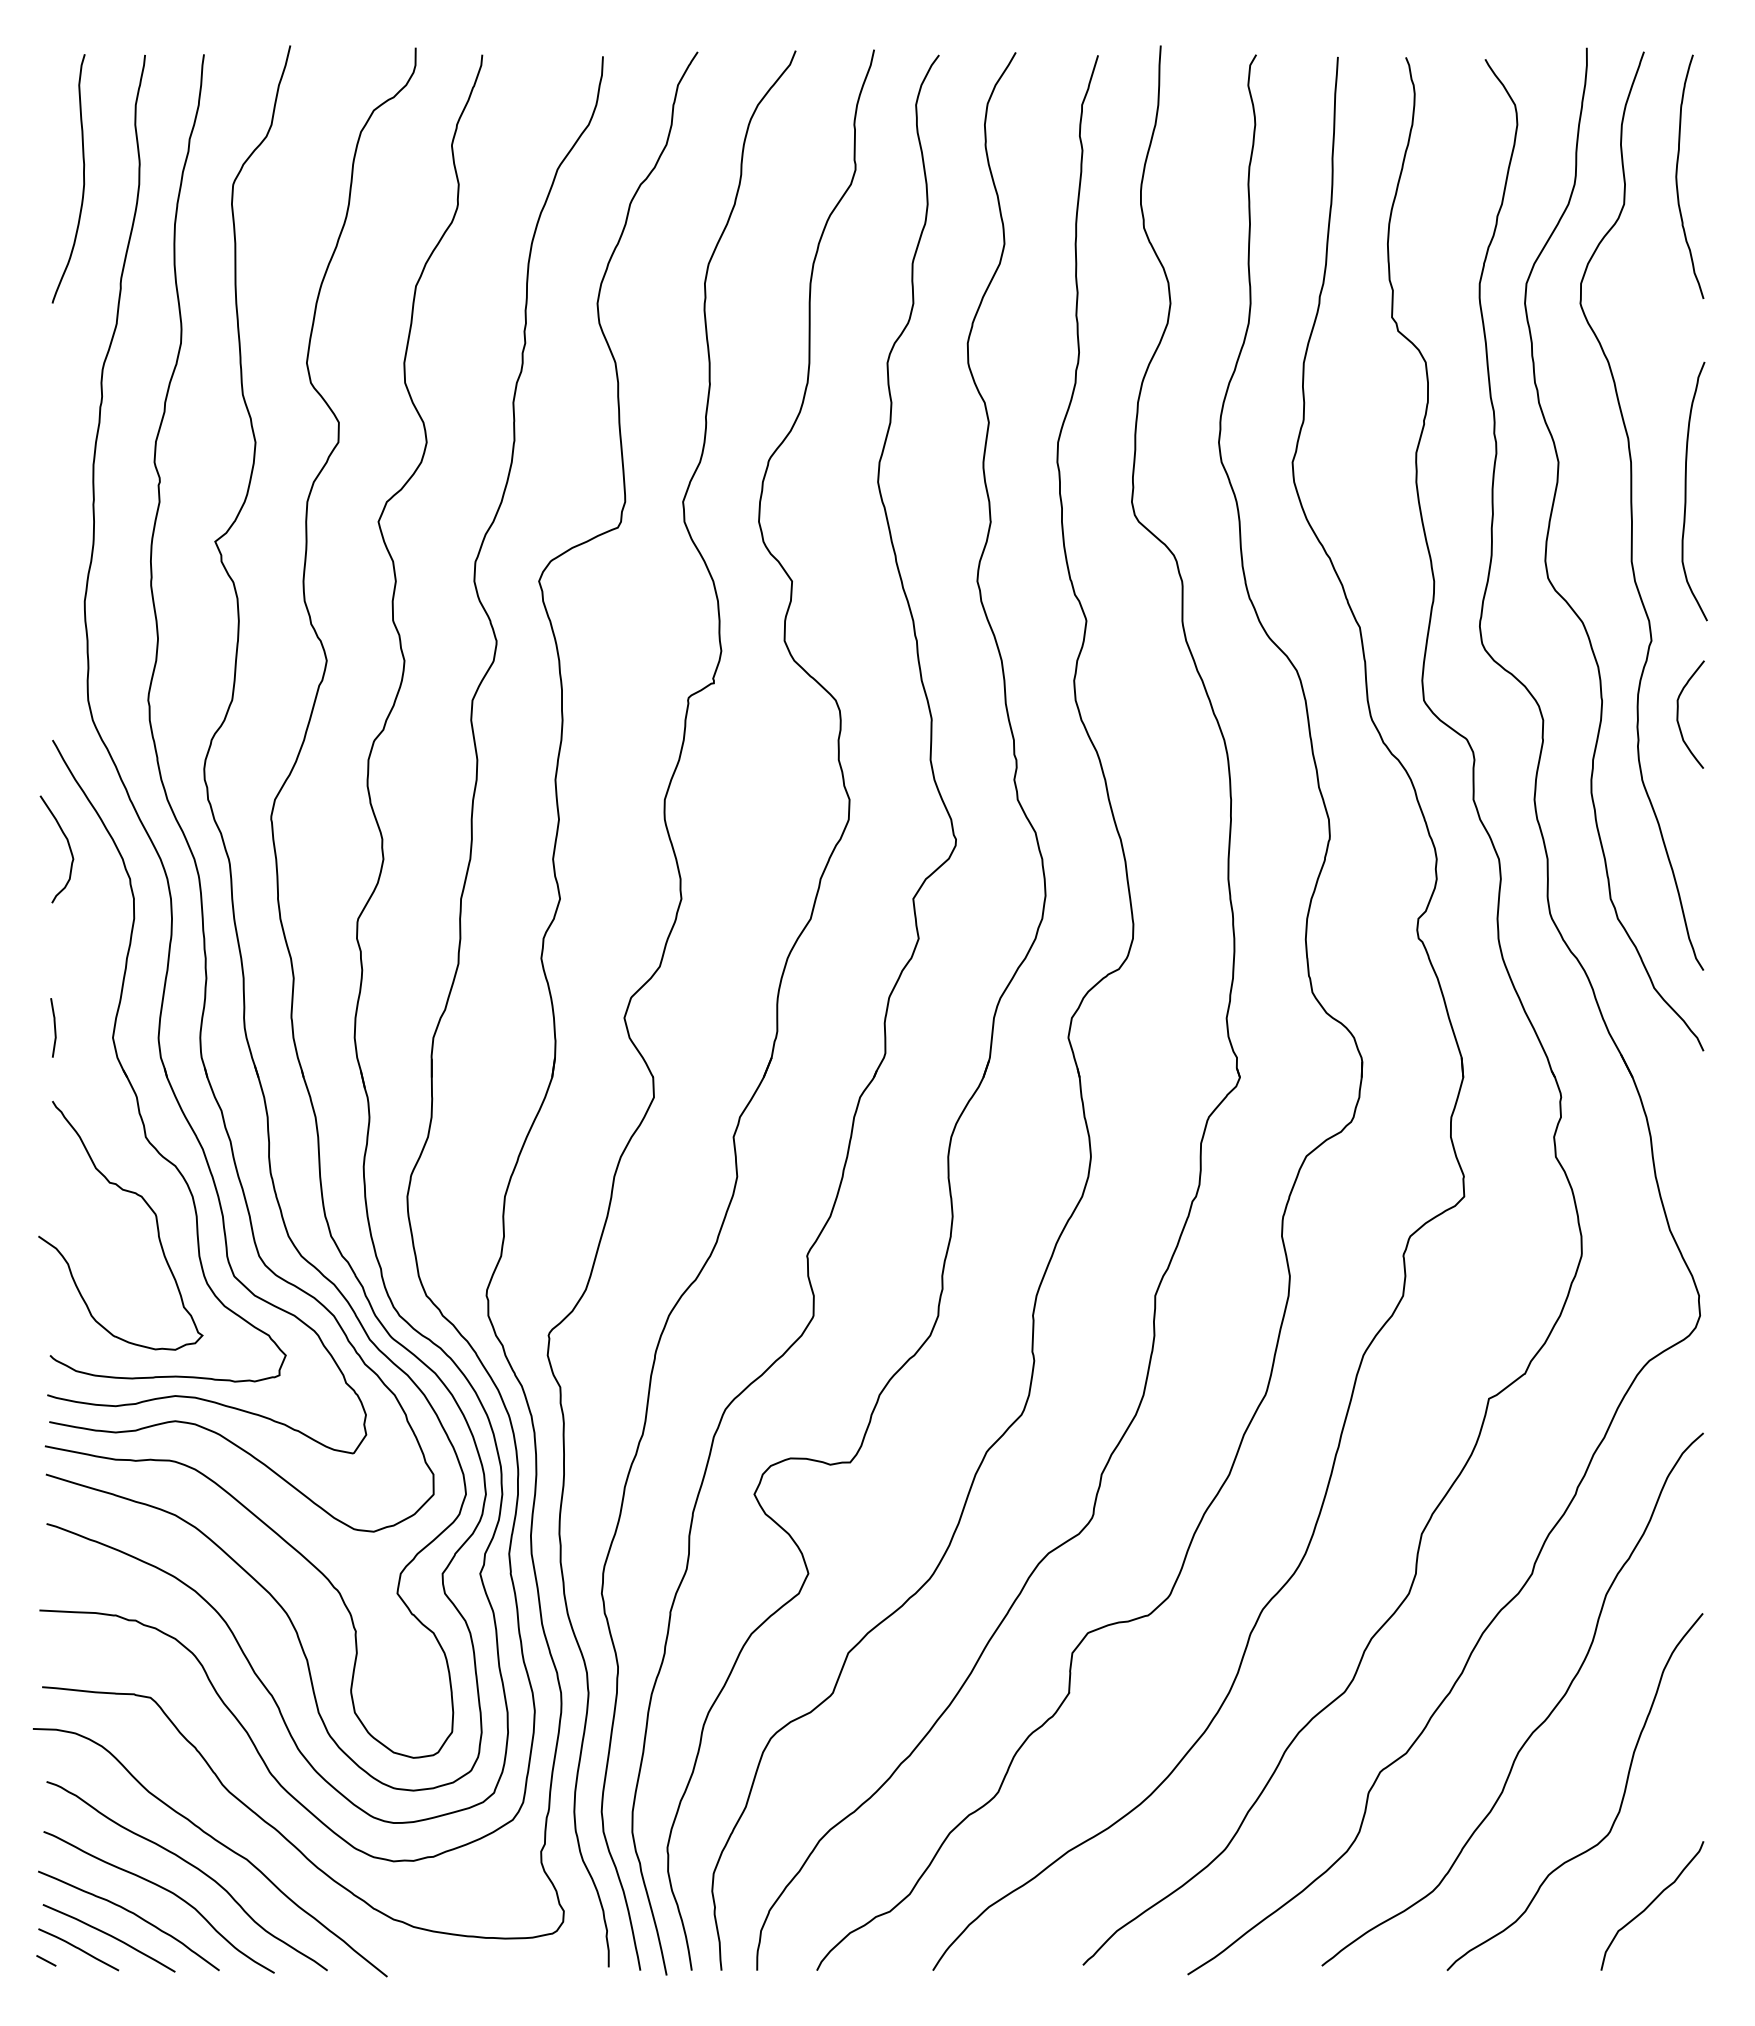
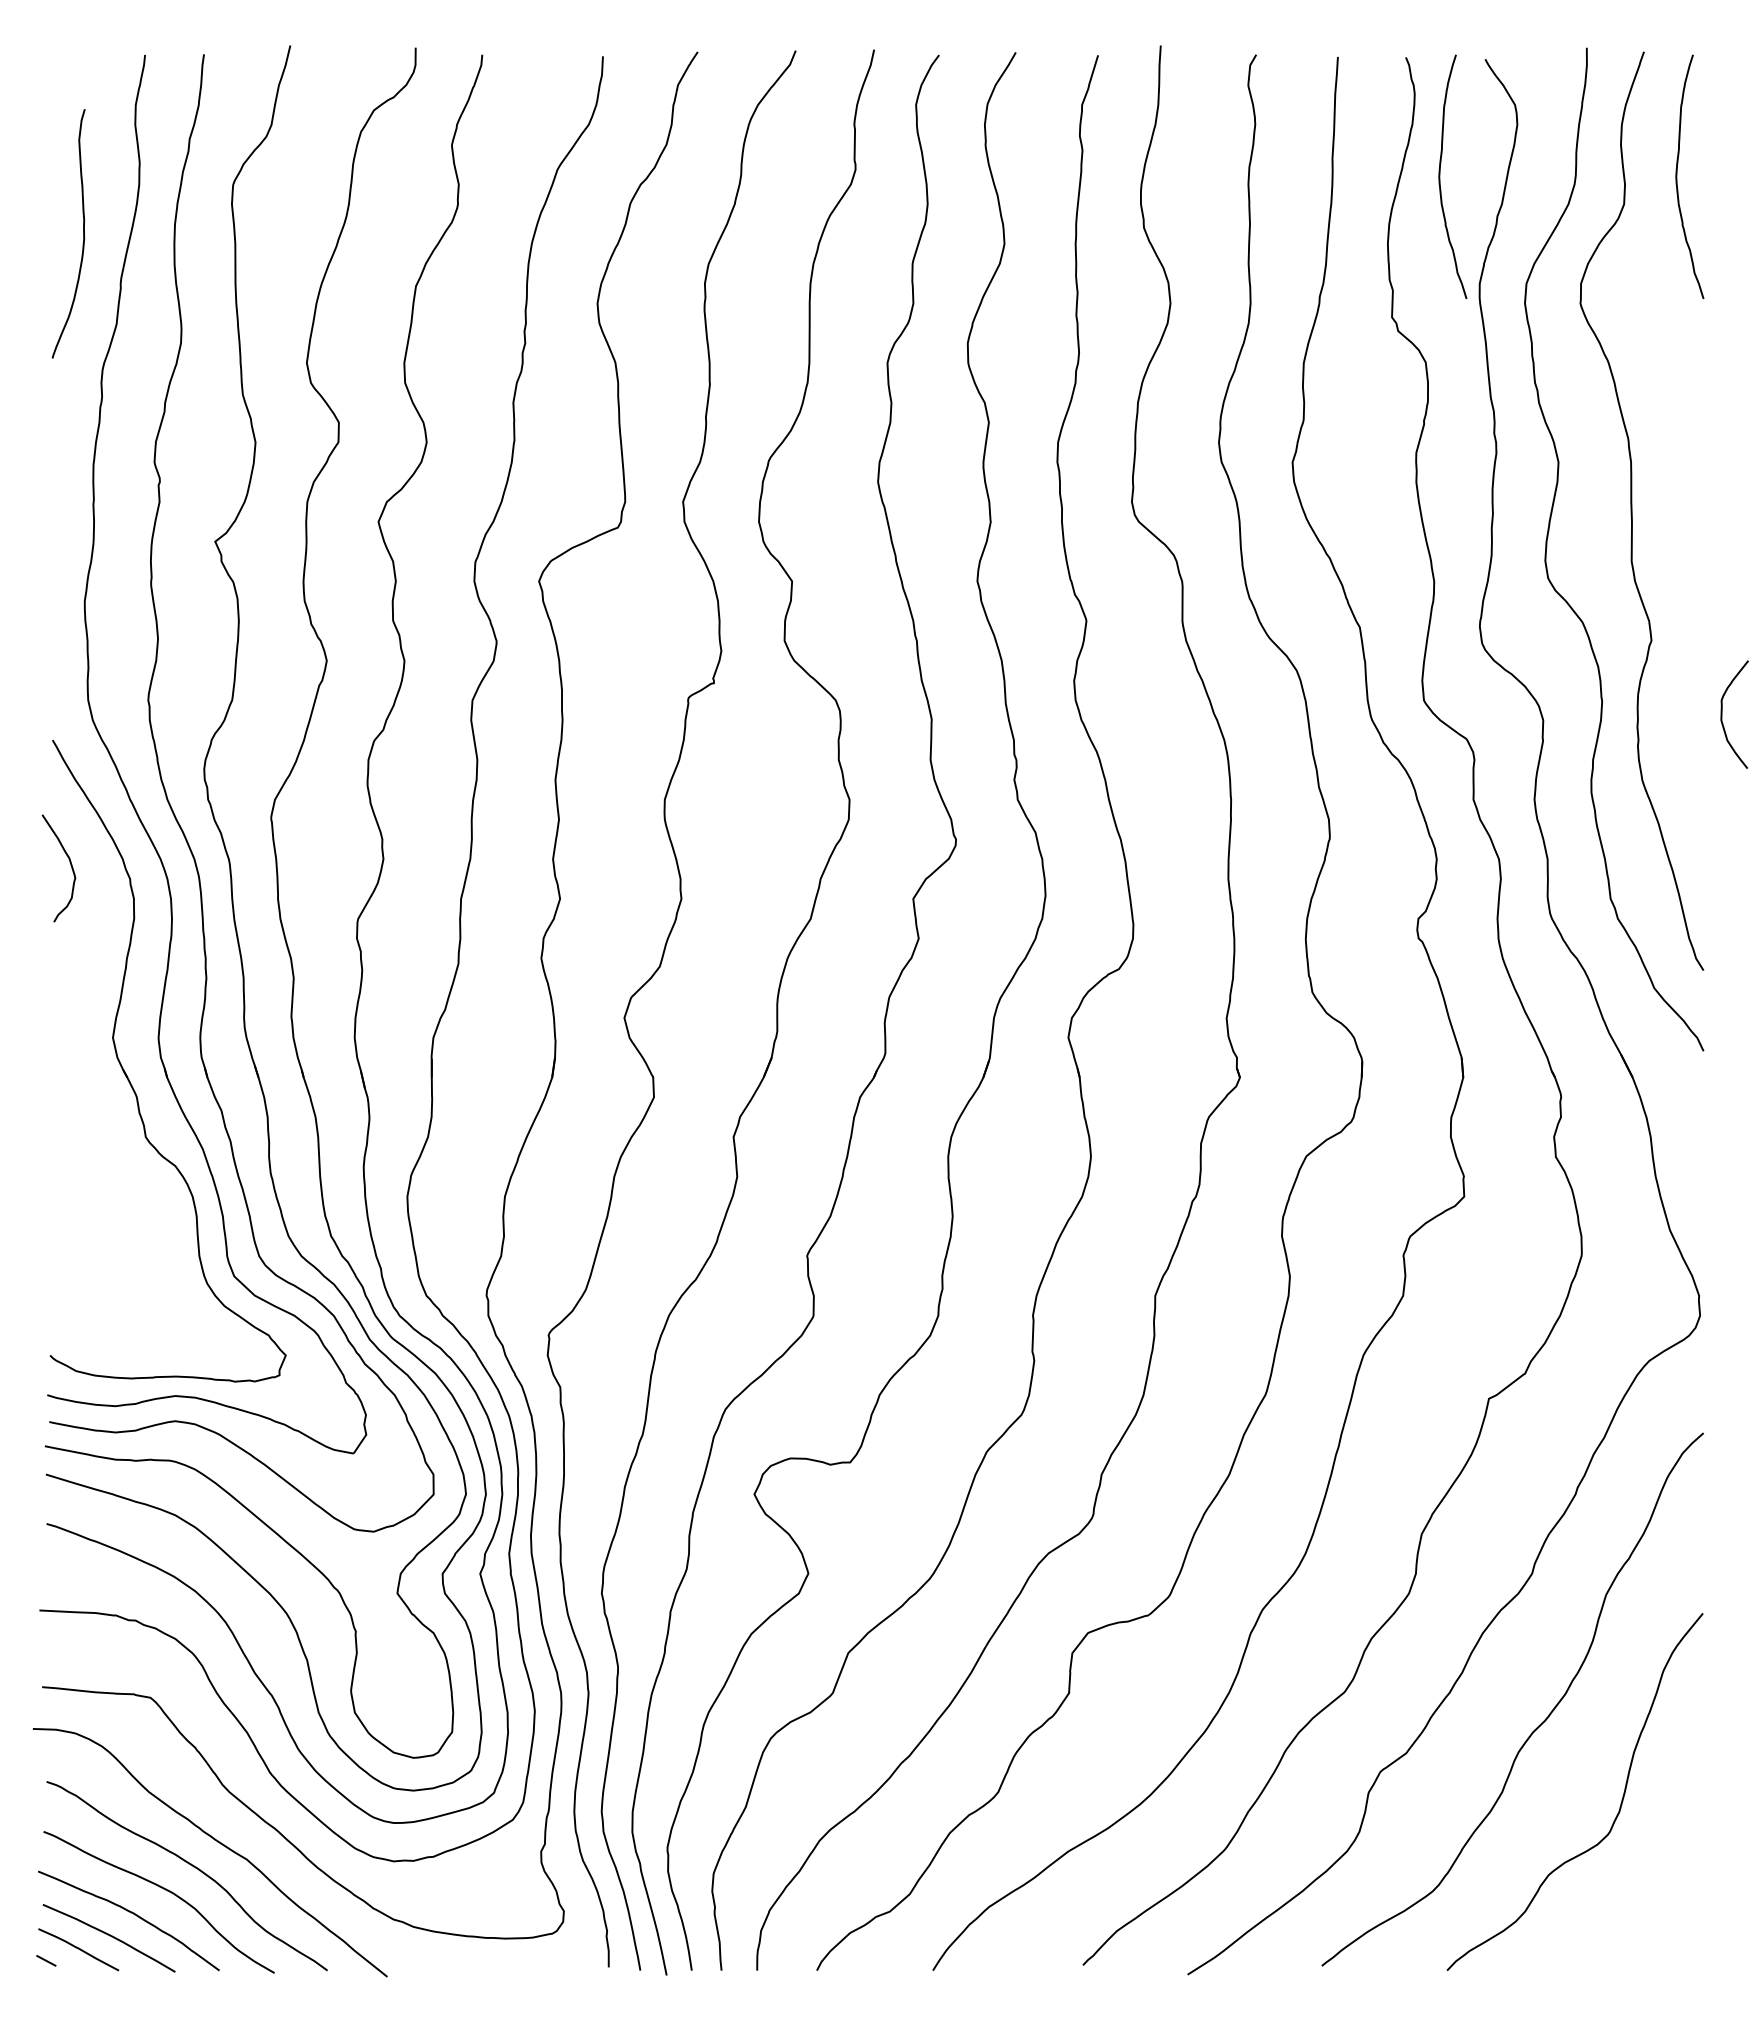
curve at (1440, 176): none -> present
curve at (83, 178) position: (83, 178) -> (83, 233)
curve at (1686, 491): present -> none
curve at (1678, 714) position: (1678, 714) -> (1722, 714)
curve at (68, 846) position: (68, 846) -> (70, 865)
curve at (54, 1027): present -> none
curve at (145, 1203): present -> none
curve at (1651, 1904): present -> none
